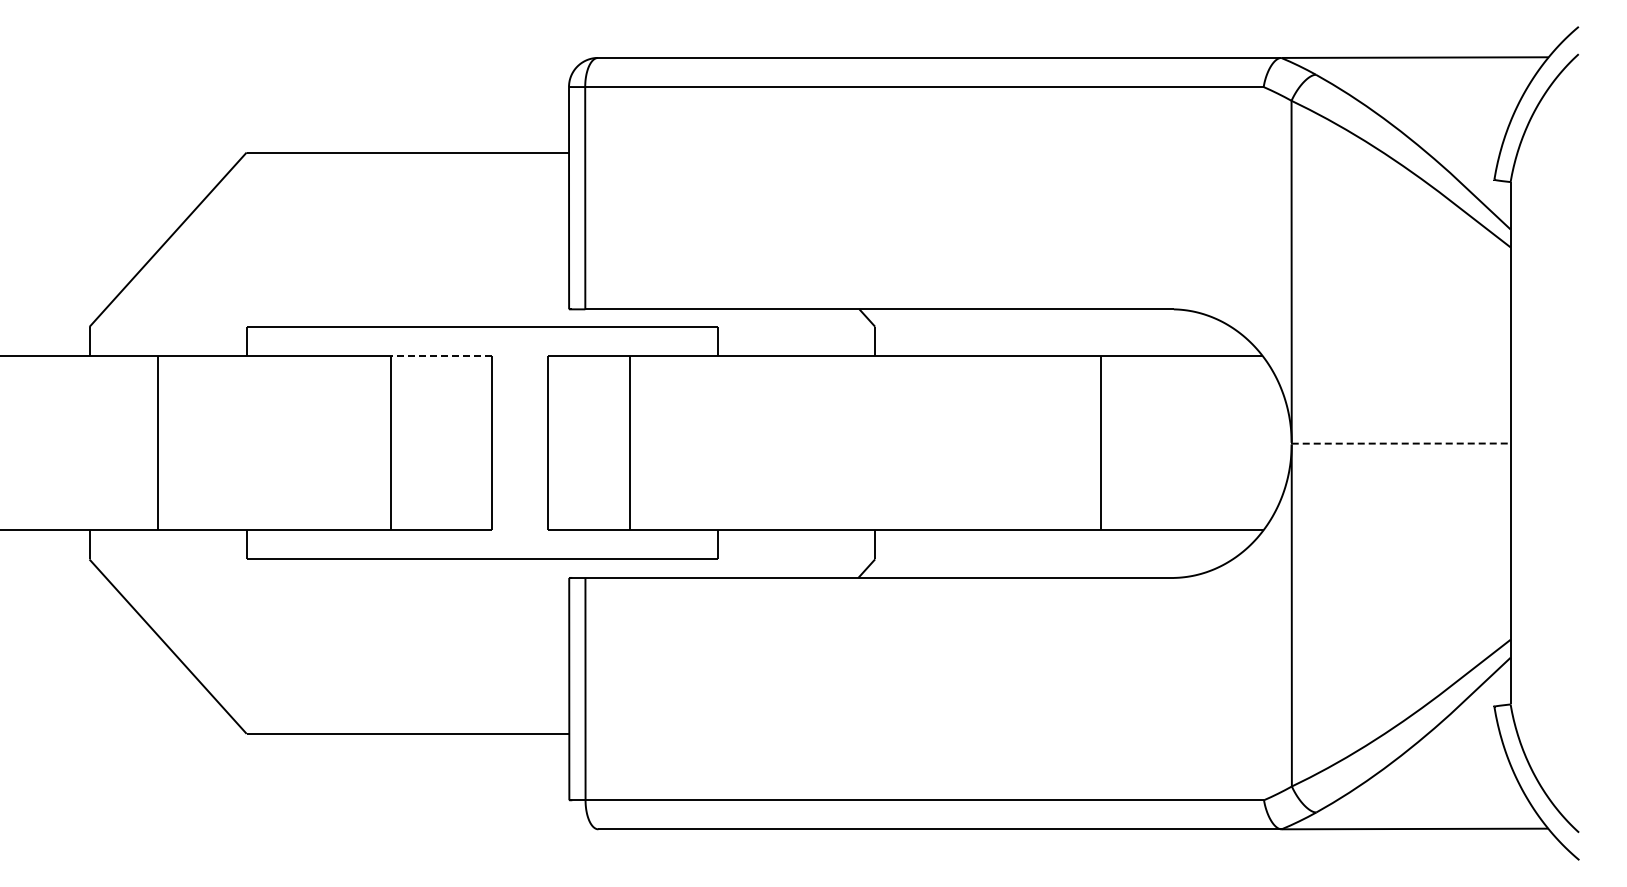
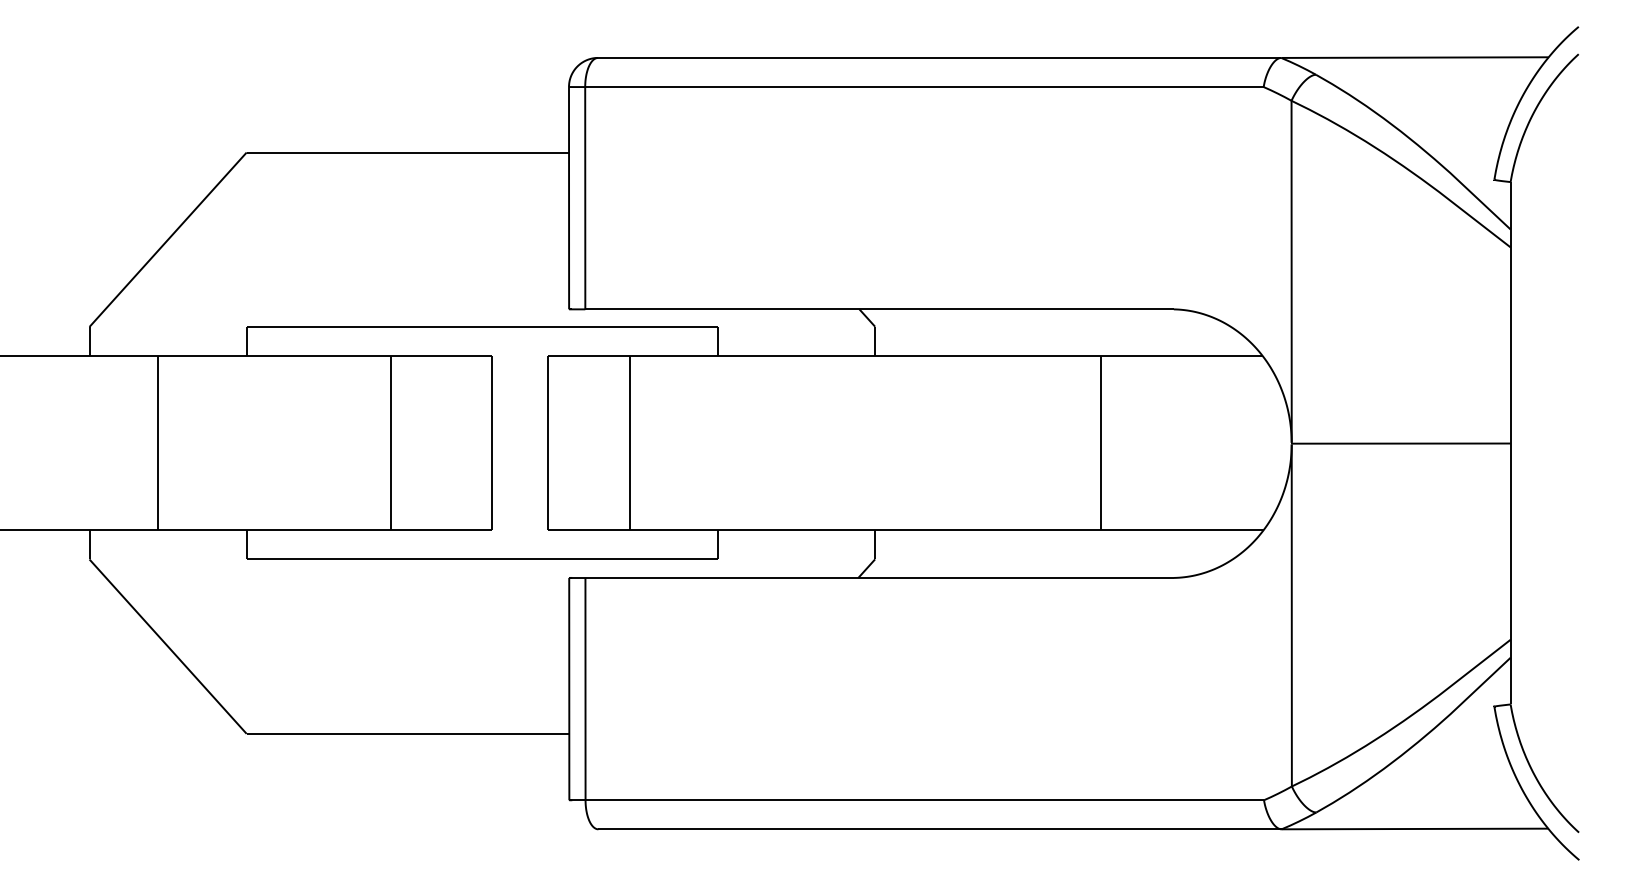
line at (441, 355): dashed -> solid
line at (1401, 443): dashed -> solid
